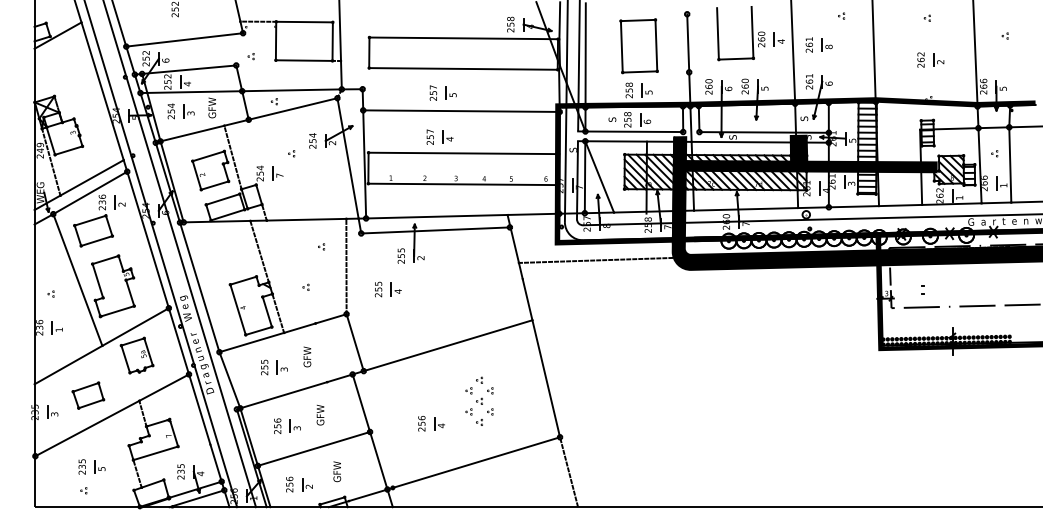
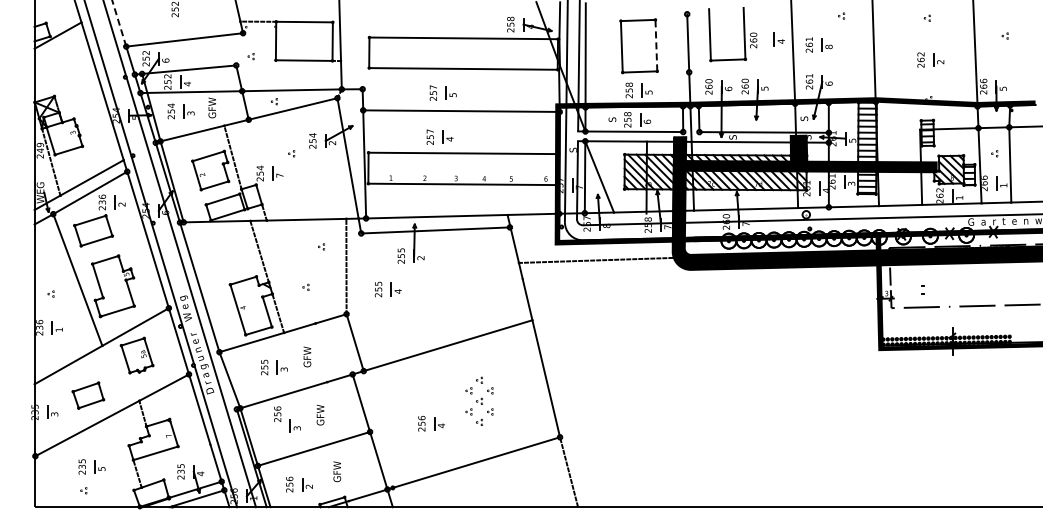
line at (119, 23): solid -> dashed
part at (751, 33) position: (751, 33) -> (743, 34)
line at (656, 45): solid -> dashed
text at (277, 425) position: (277, 425) -> (277, 413)
